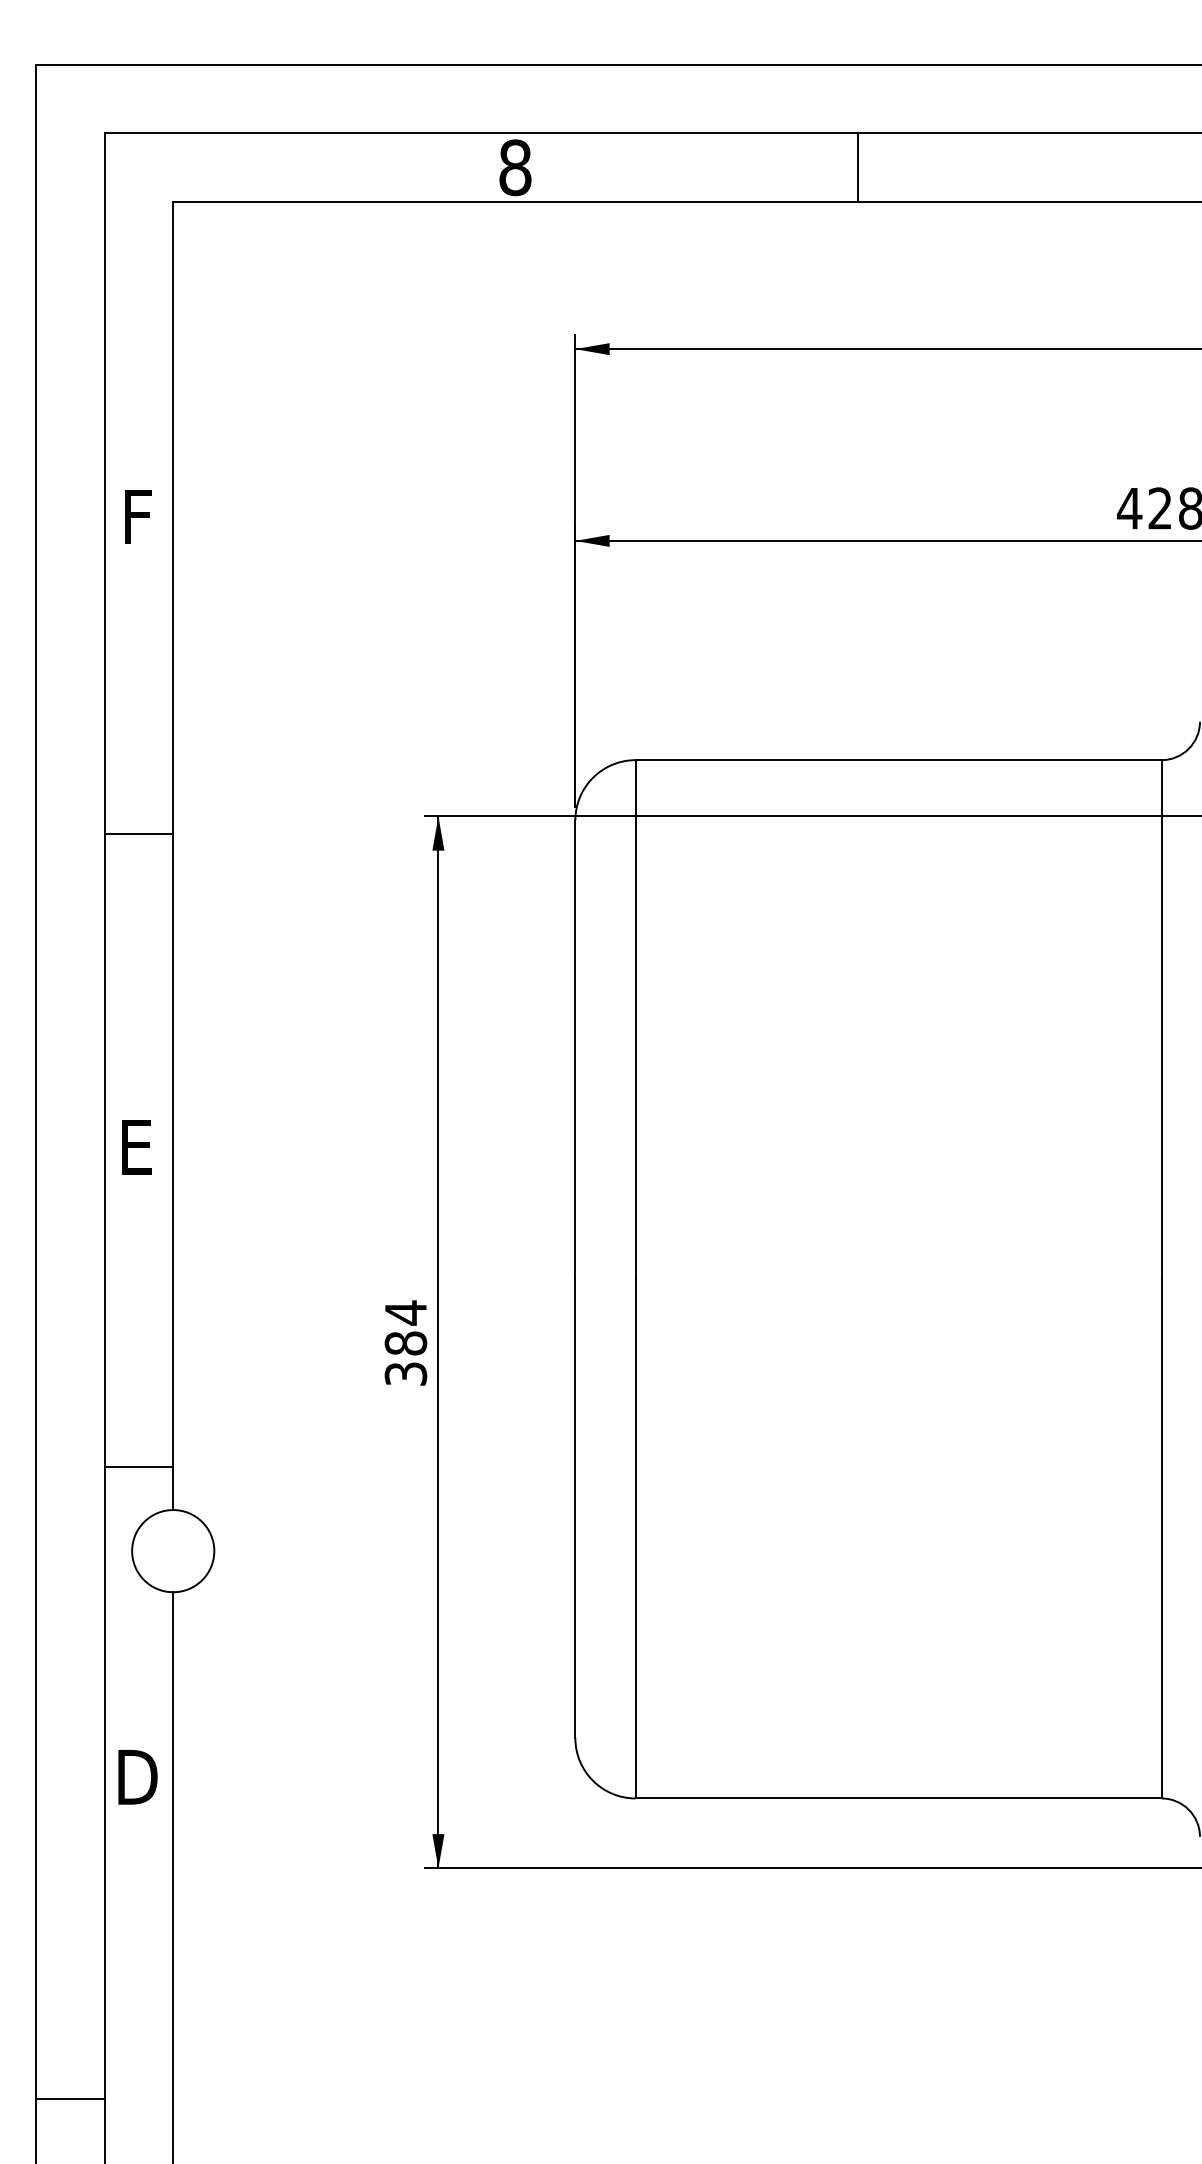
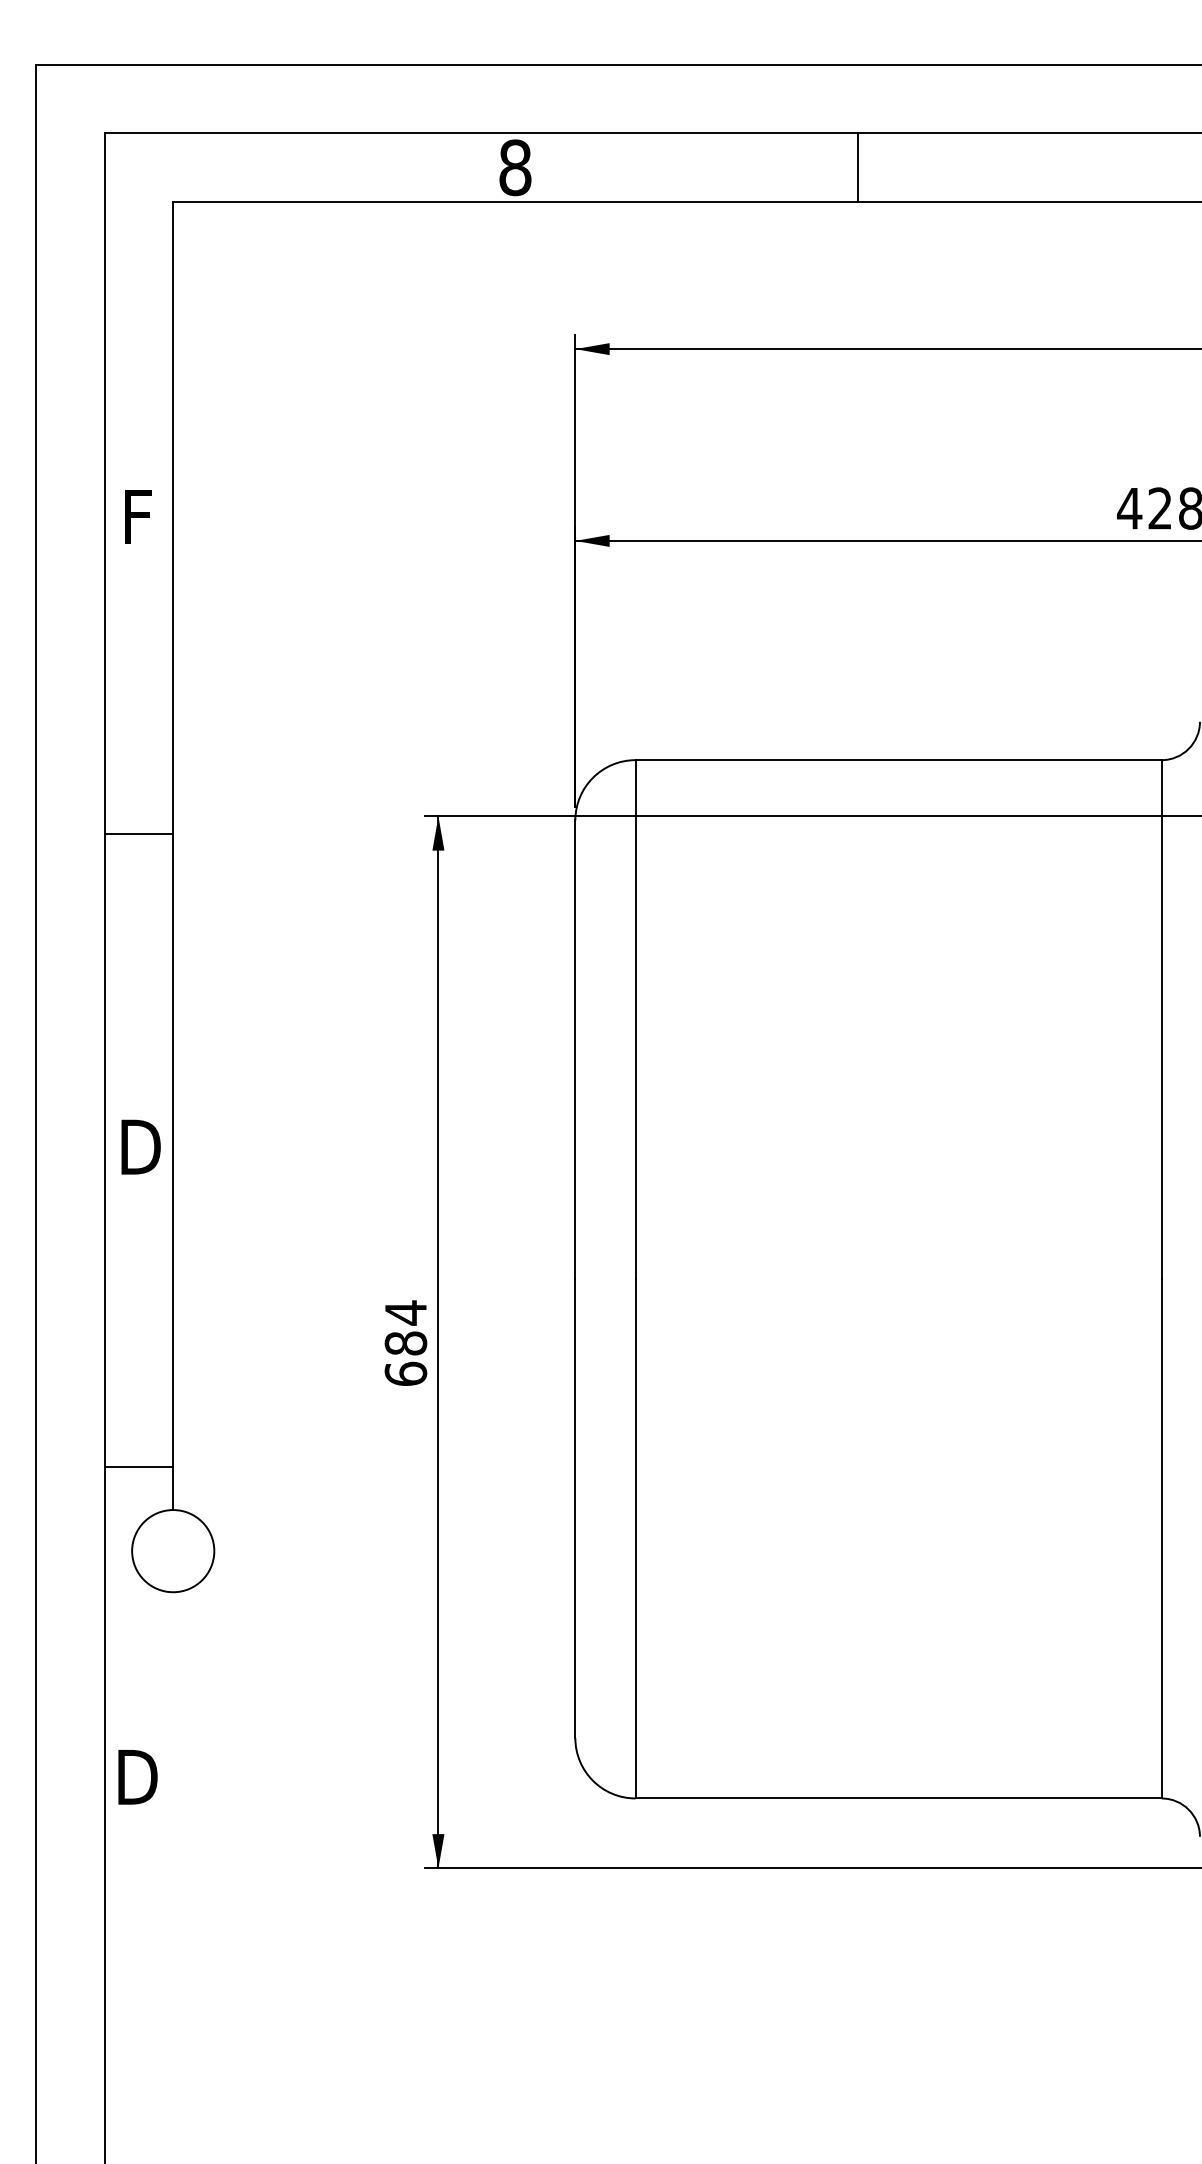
text at (140, 1146): E -> D
text at (405, 1373): 384 -> 684
line at (173, 1876): present -> none
line at (70, 2099): present -> none
